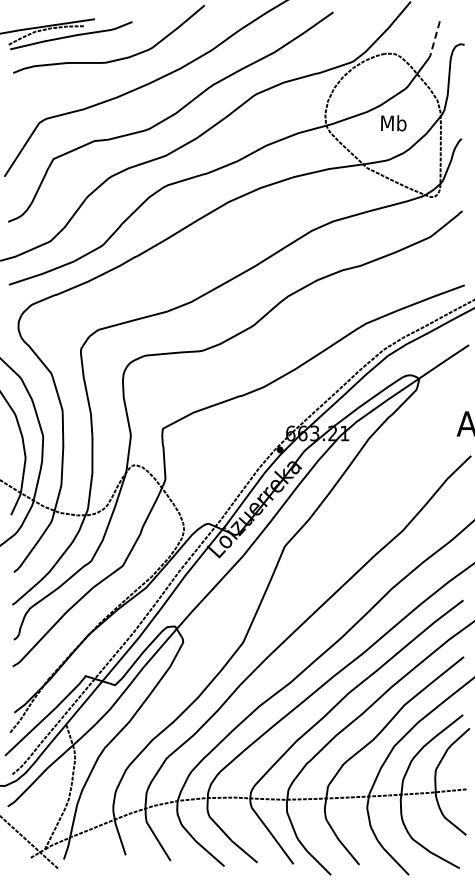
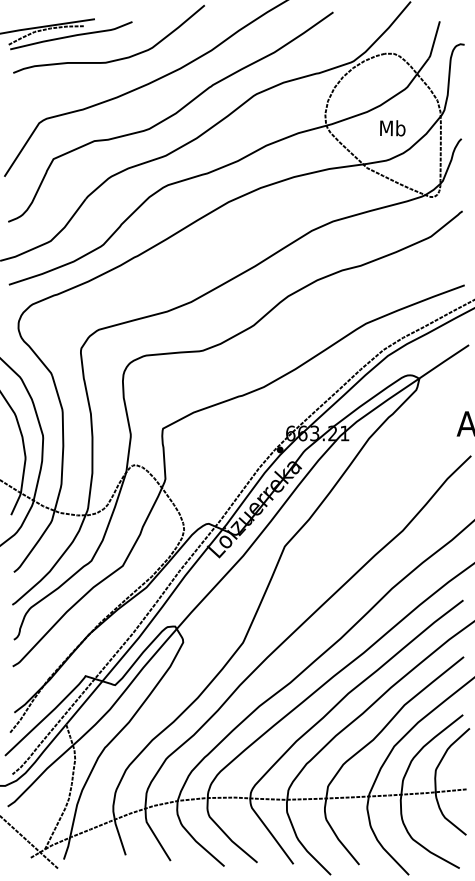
line at (434, 40): dashed -> solid
text at (393, 123) position: (393, 123) -> (392, 128)
